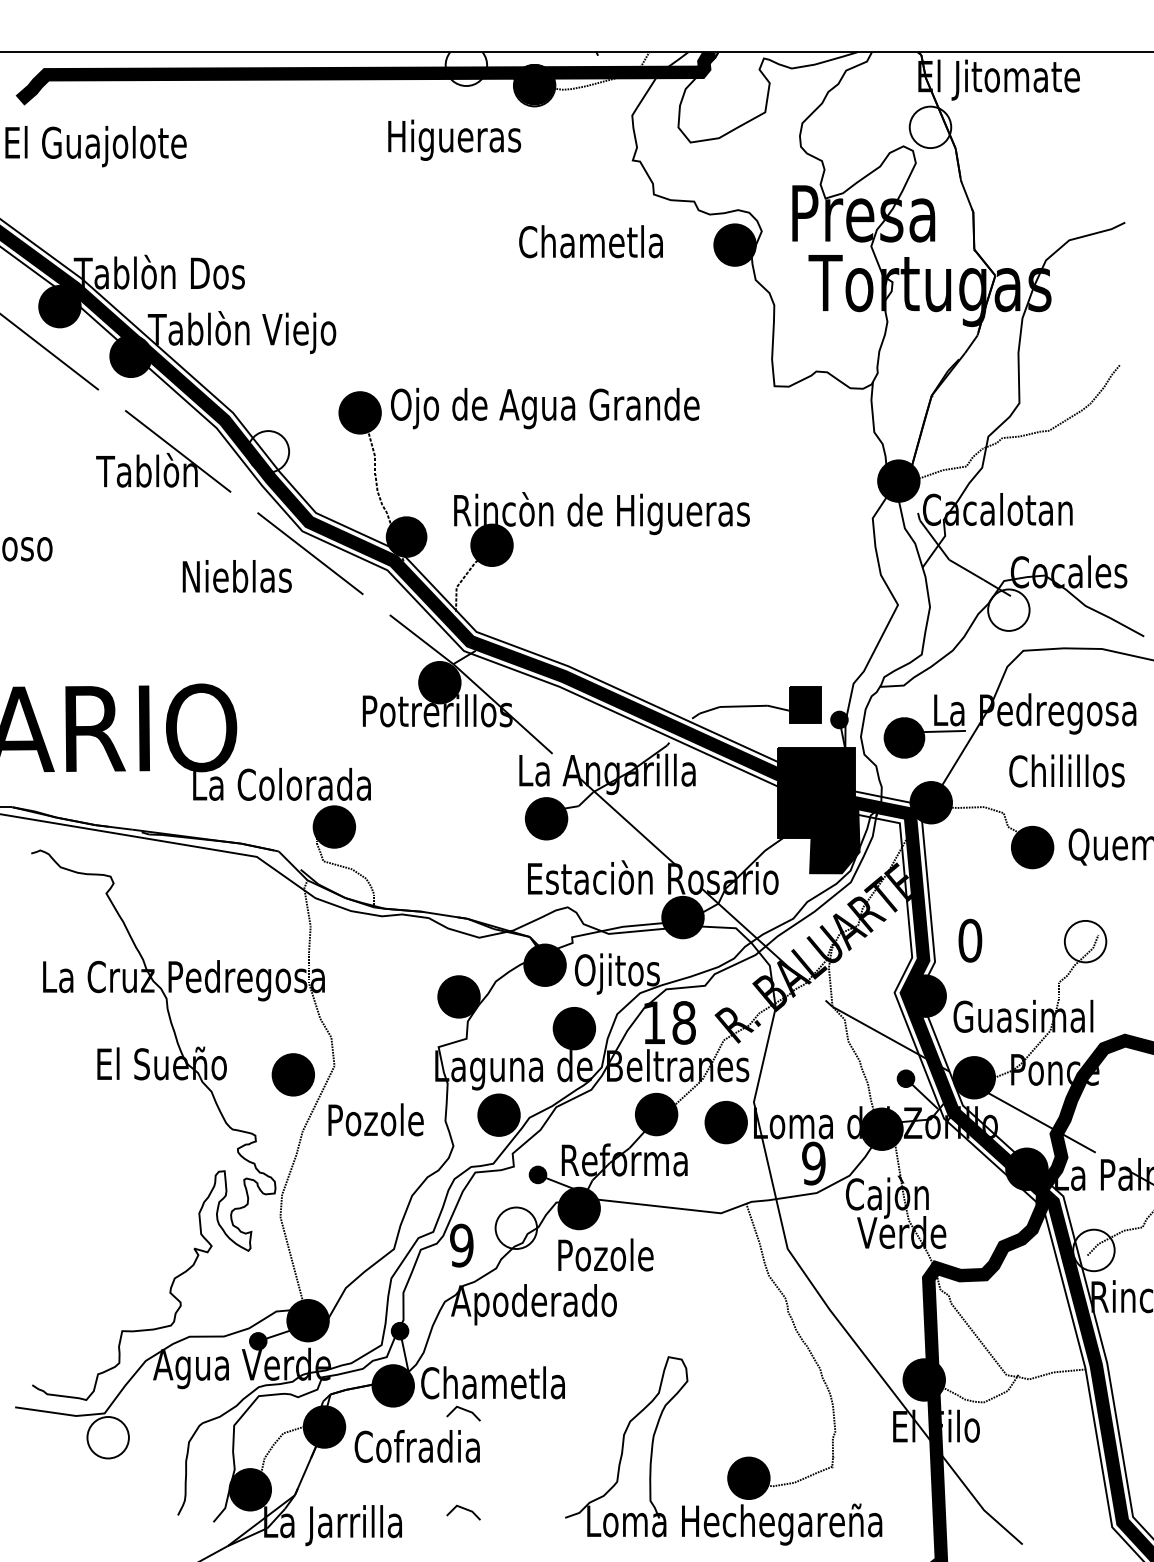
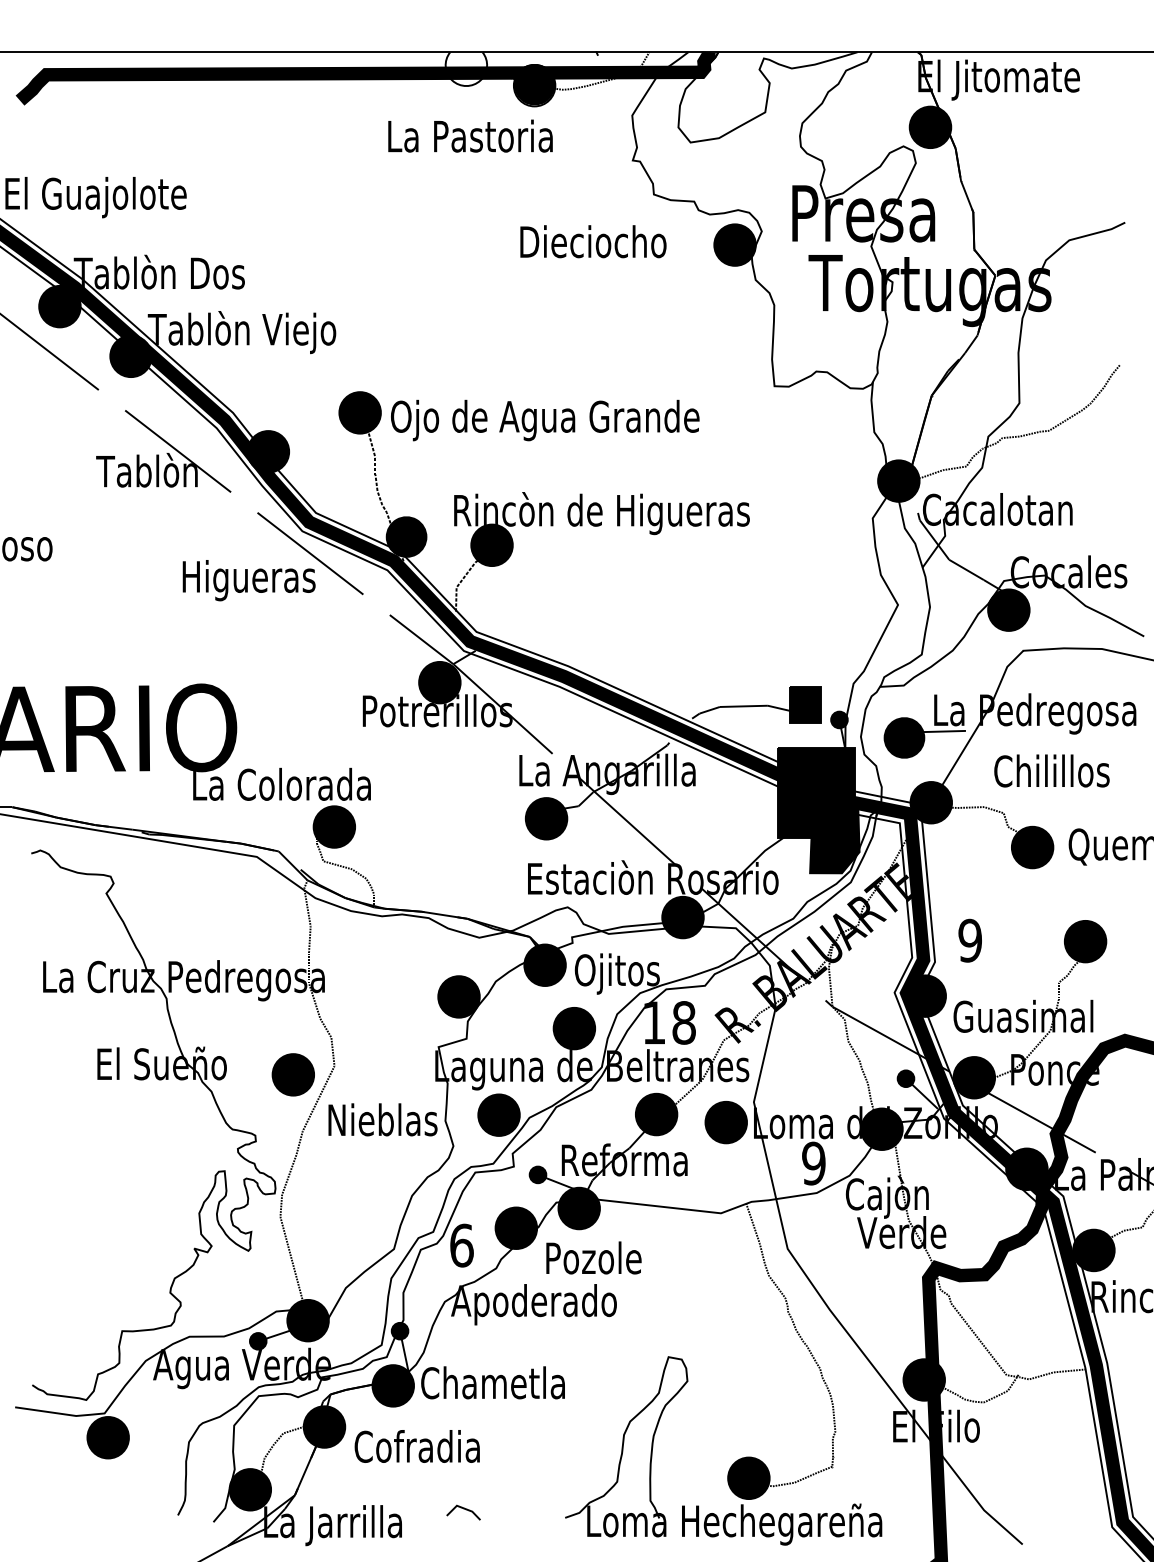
fill at (930, 127): none -> present
text at (471, 139): Higueras -> La Pastoria
text at (95, 146) position: (95, 146) -> (95, 197)
text at (592, 241): Chametla -> Dieciocho
text at (545, 408) position: (545, 408) -> (545, 420)
fill at (268, 451): none -> present
text at (250, 580): Nieblas -> Higueras
fill at (1008, 609): none -> present
text at (1066, 770) position: (1066, 770) -> (1051, 770)
text at (970, 940): 0 -> 9
fill at (1085, 941): none -> present
text at (384, 1119): Pozole -> Nieblas
fill at (516, 1228): none -> present
text at (461, 1245): 9 -> 6
fill at (1093, 1250): none -> present
text at (605, 1254) position: (605, 1254) -> (593, 1257)
line at (463, 1410): present -> none
fill at (107, 1437): none -> present
